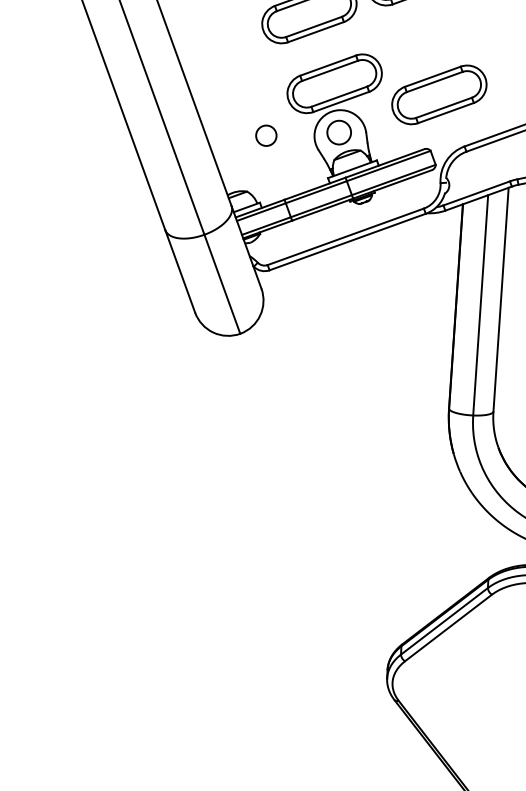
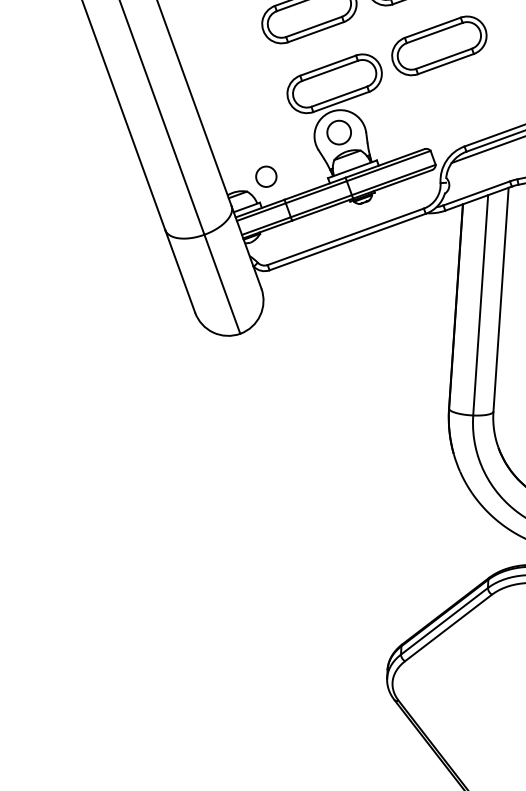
part at (439, 94) position: (439, 94) -> (439, 45)
circle at (266, 135) position: (266, 135) -> (266, 176)
line at (486, 150): none -> present
